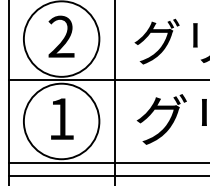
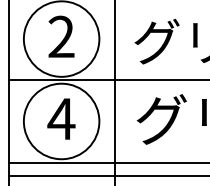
text at (61, 118): 1 -> 4
